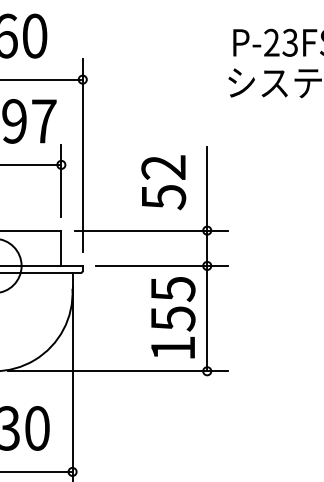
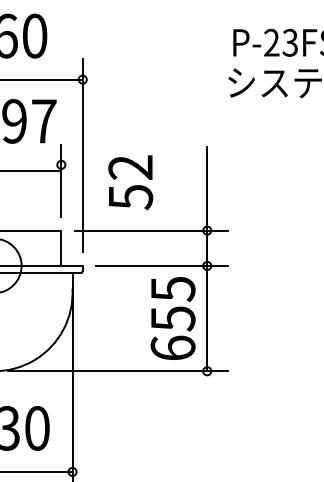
line at (31, 164) position: (31, 164) -> (31, 170)
text at (163, 182) position: (163, 182) -> (130, 182)
text at (172, 347): 155 -> 655
